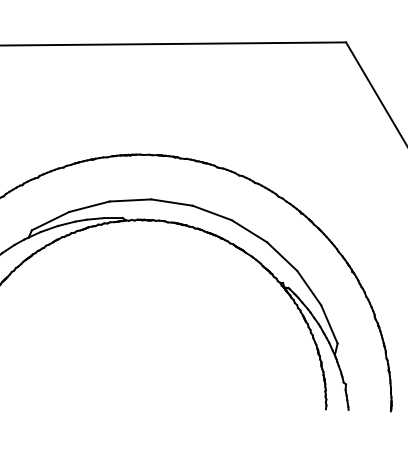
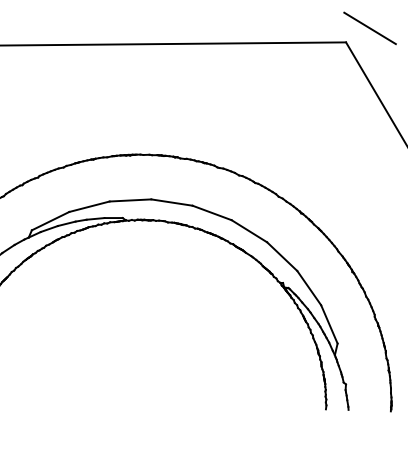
line at (369, 28): none -> present
